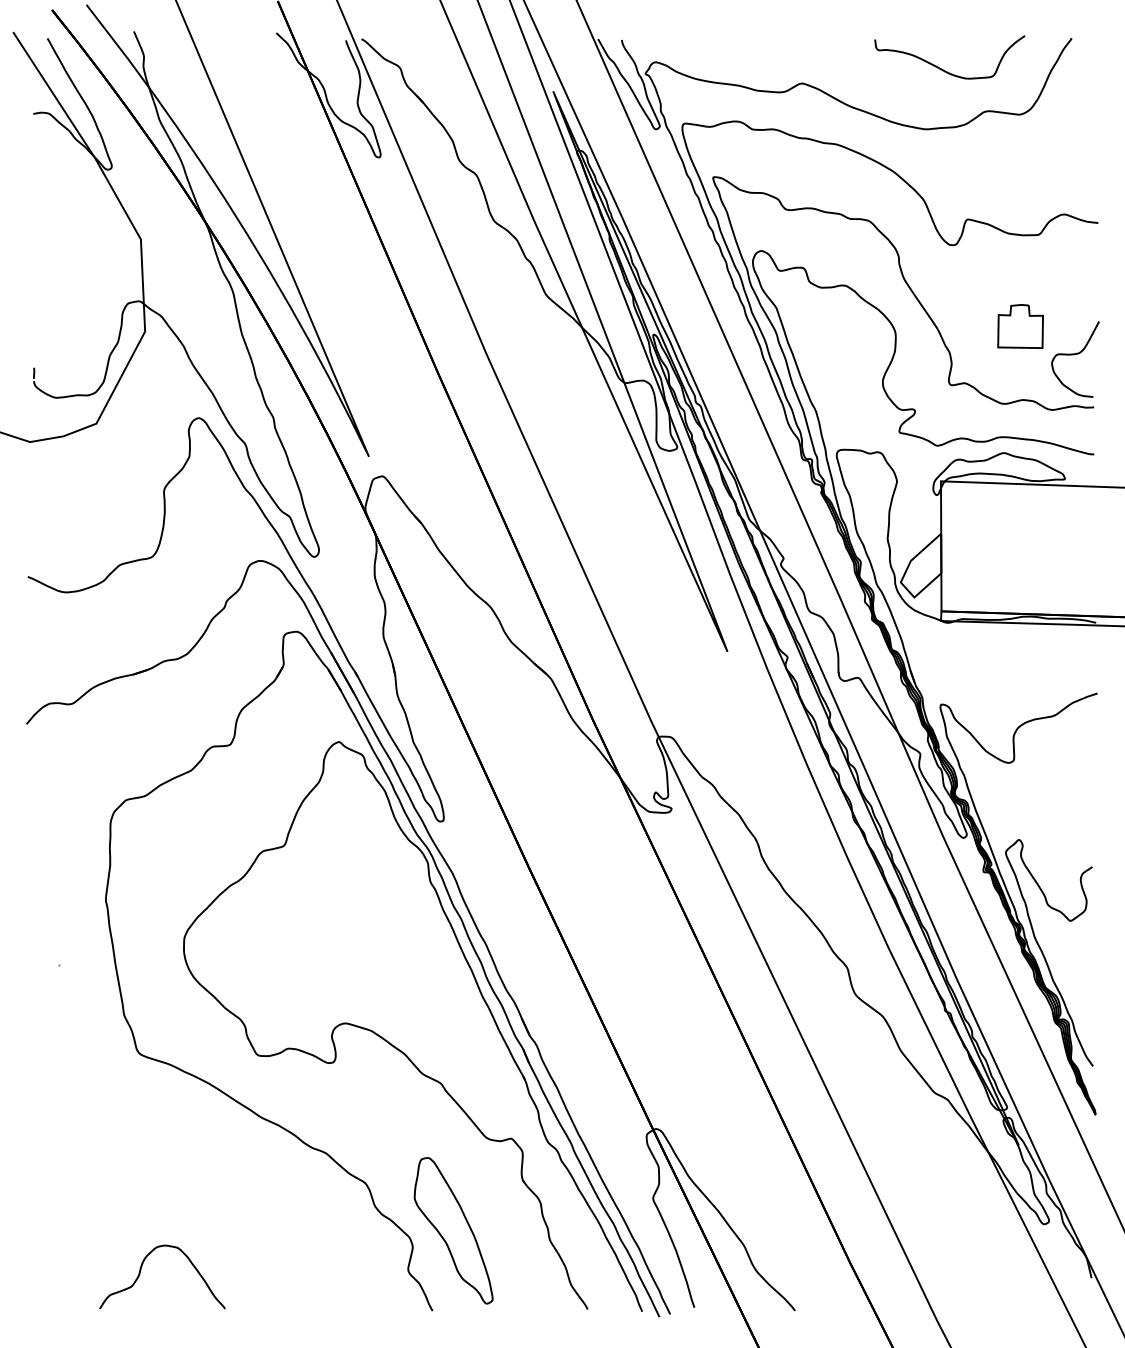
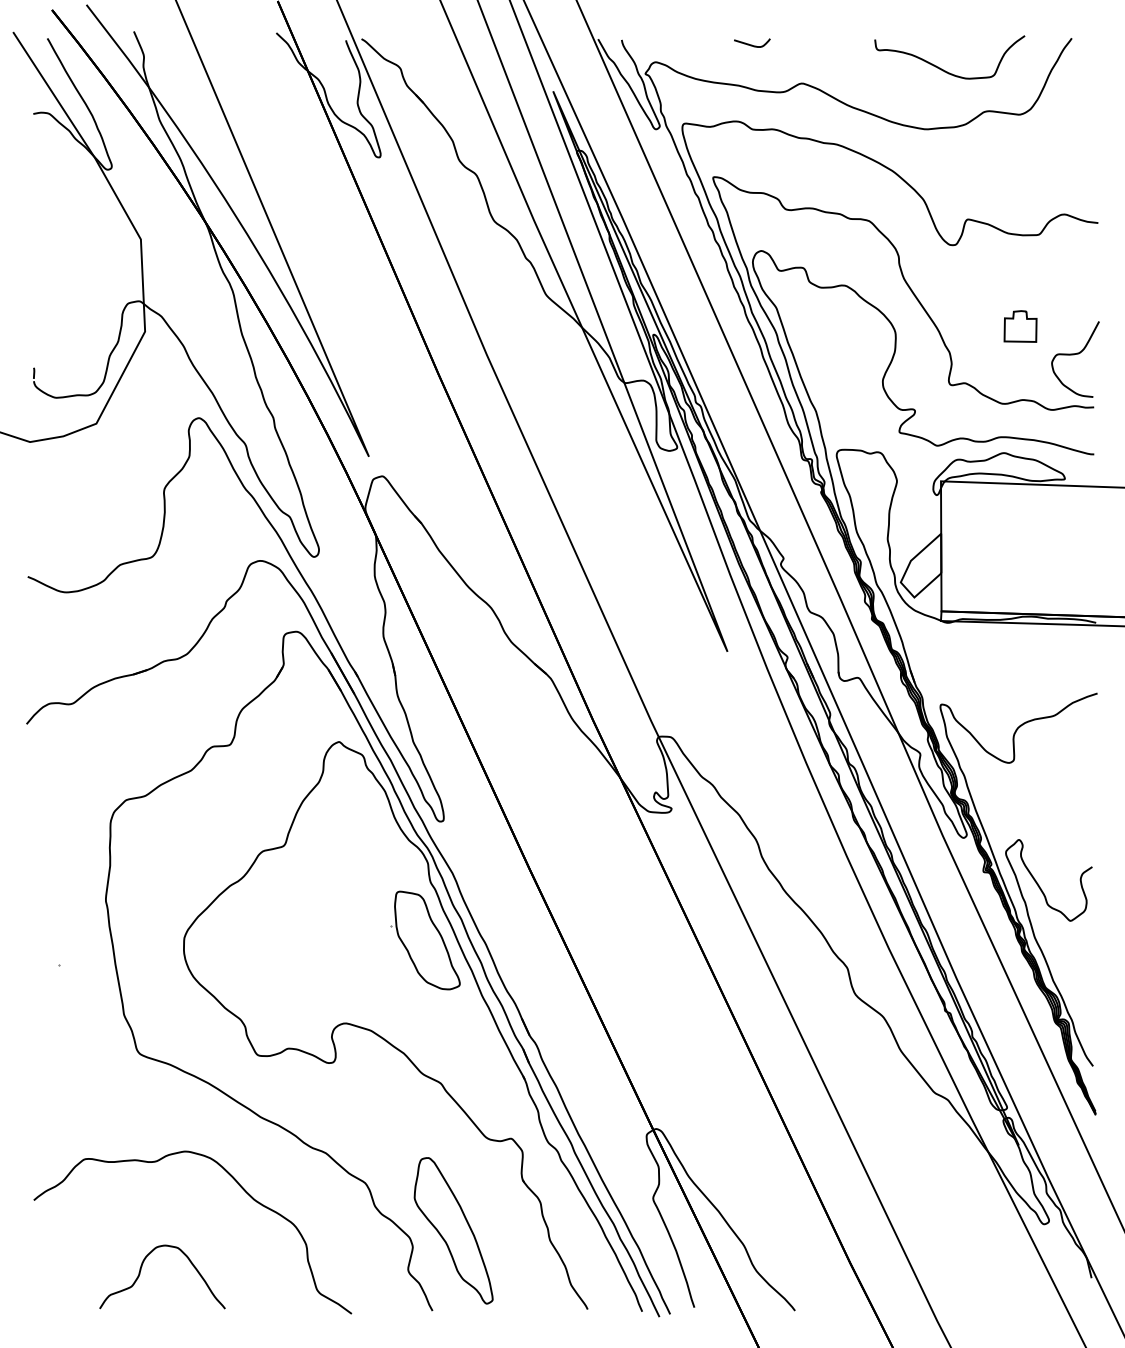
curve at (752, 44): none -> present
part at (1020, 326) size: 47x45 px -> 35x33 px
part at (425, 940): none -> present
curve at (239, 1186): none -> present
